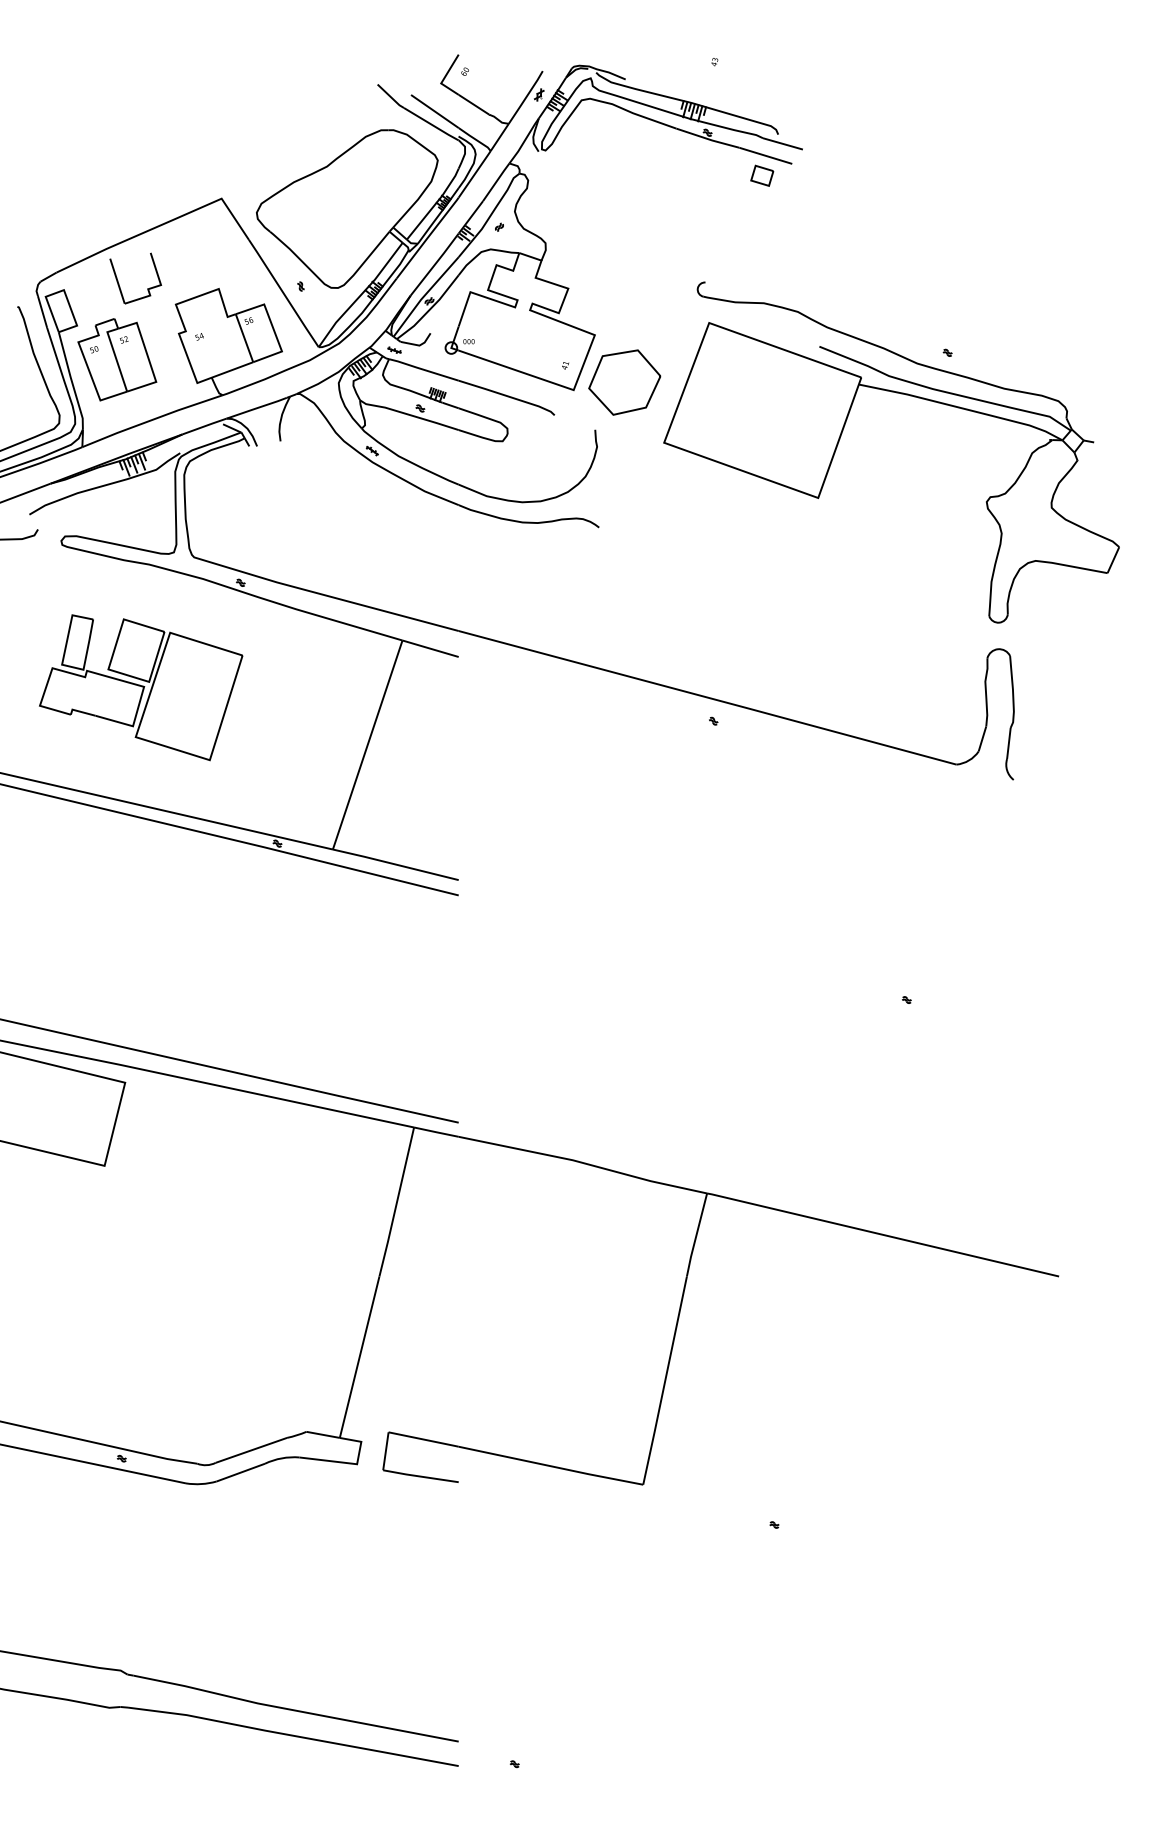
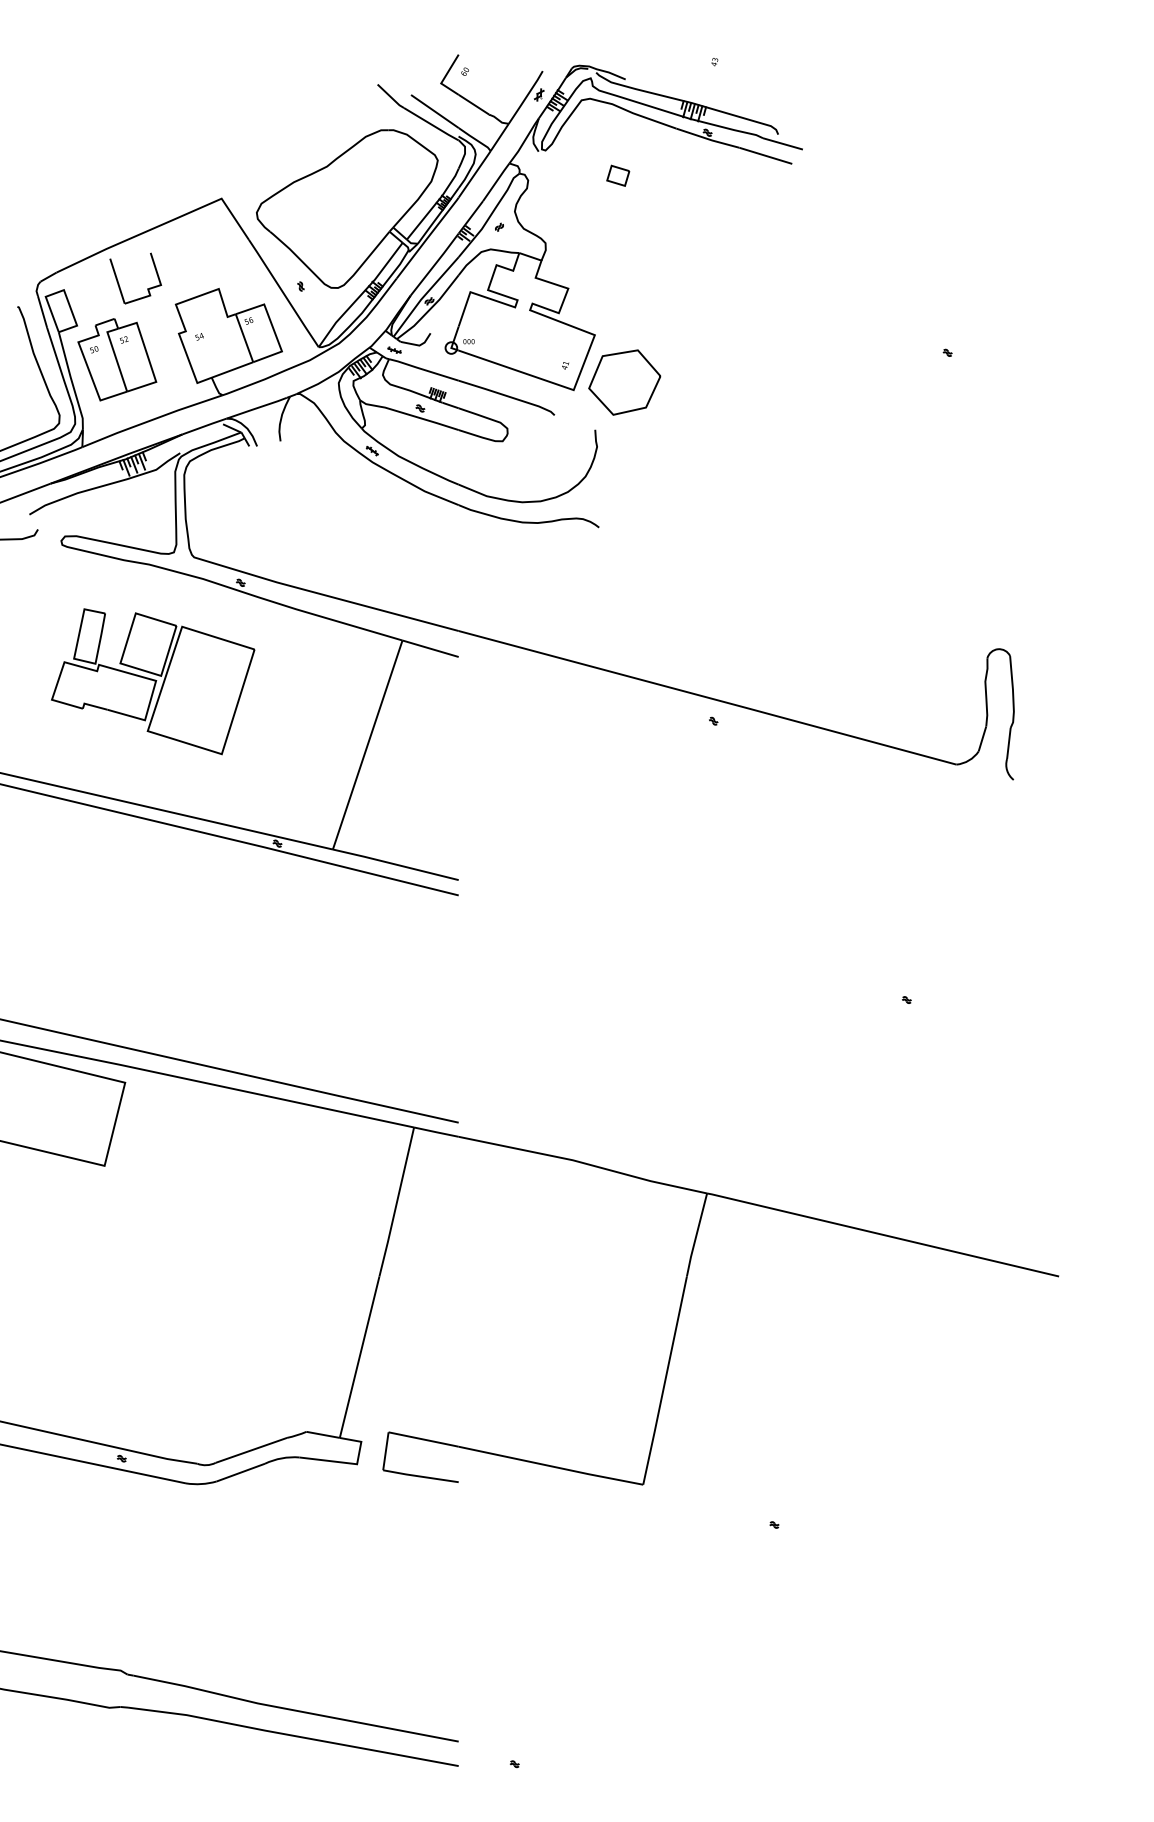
part at (762, 175) position: (762, 175) -> (618, 175)
part at (841, 436): present -> none
part at (141, 687) position: (141, 687) -> (153, 681)
